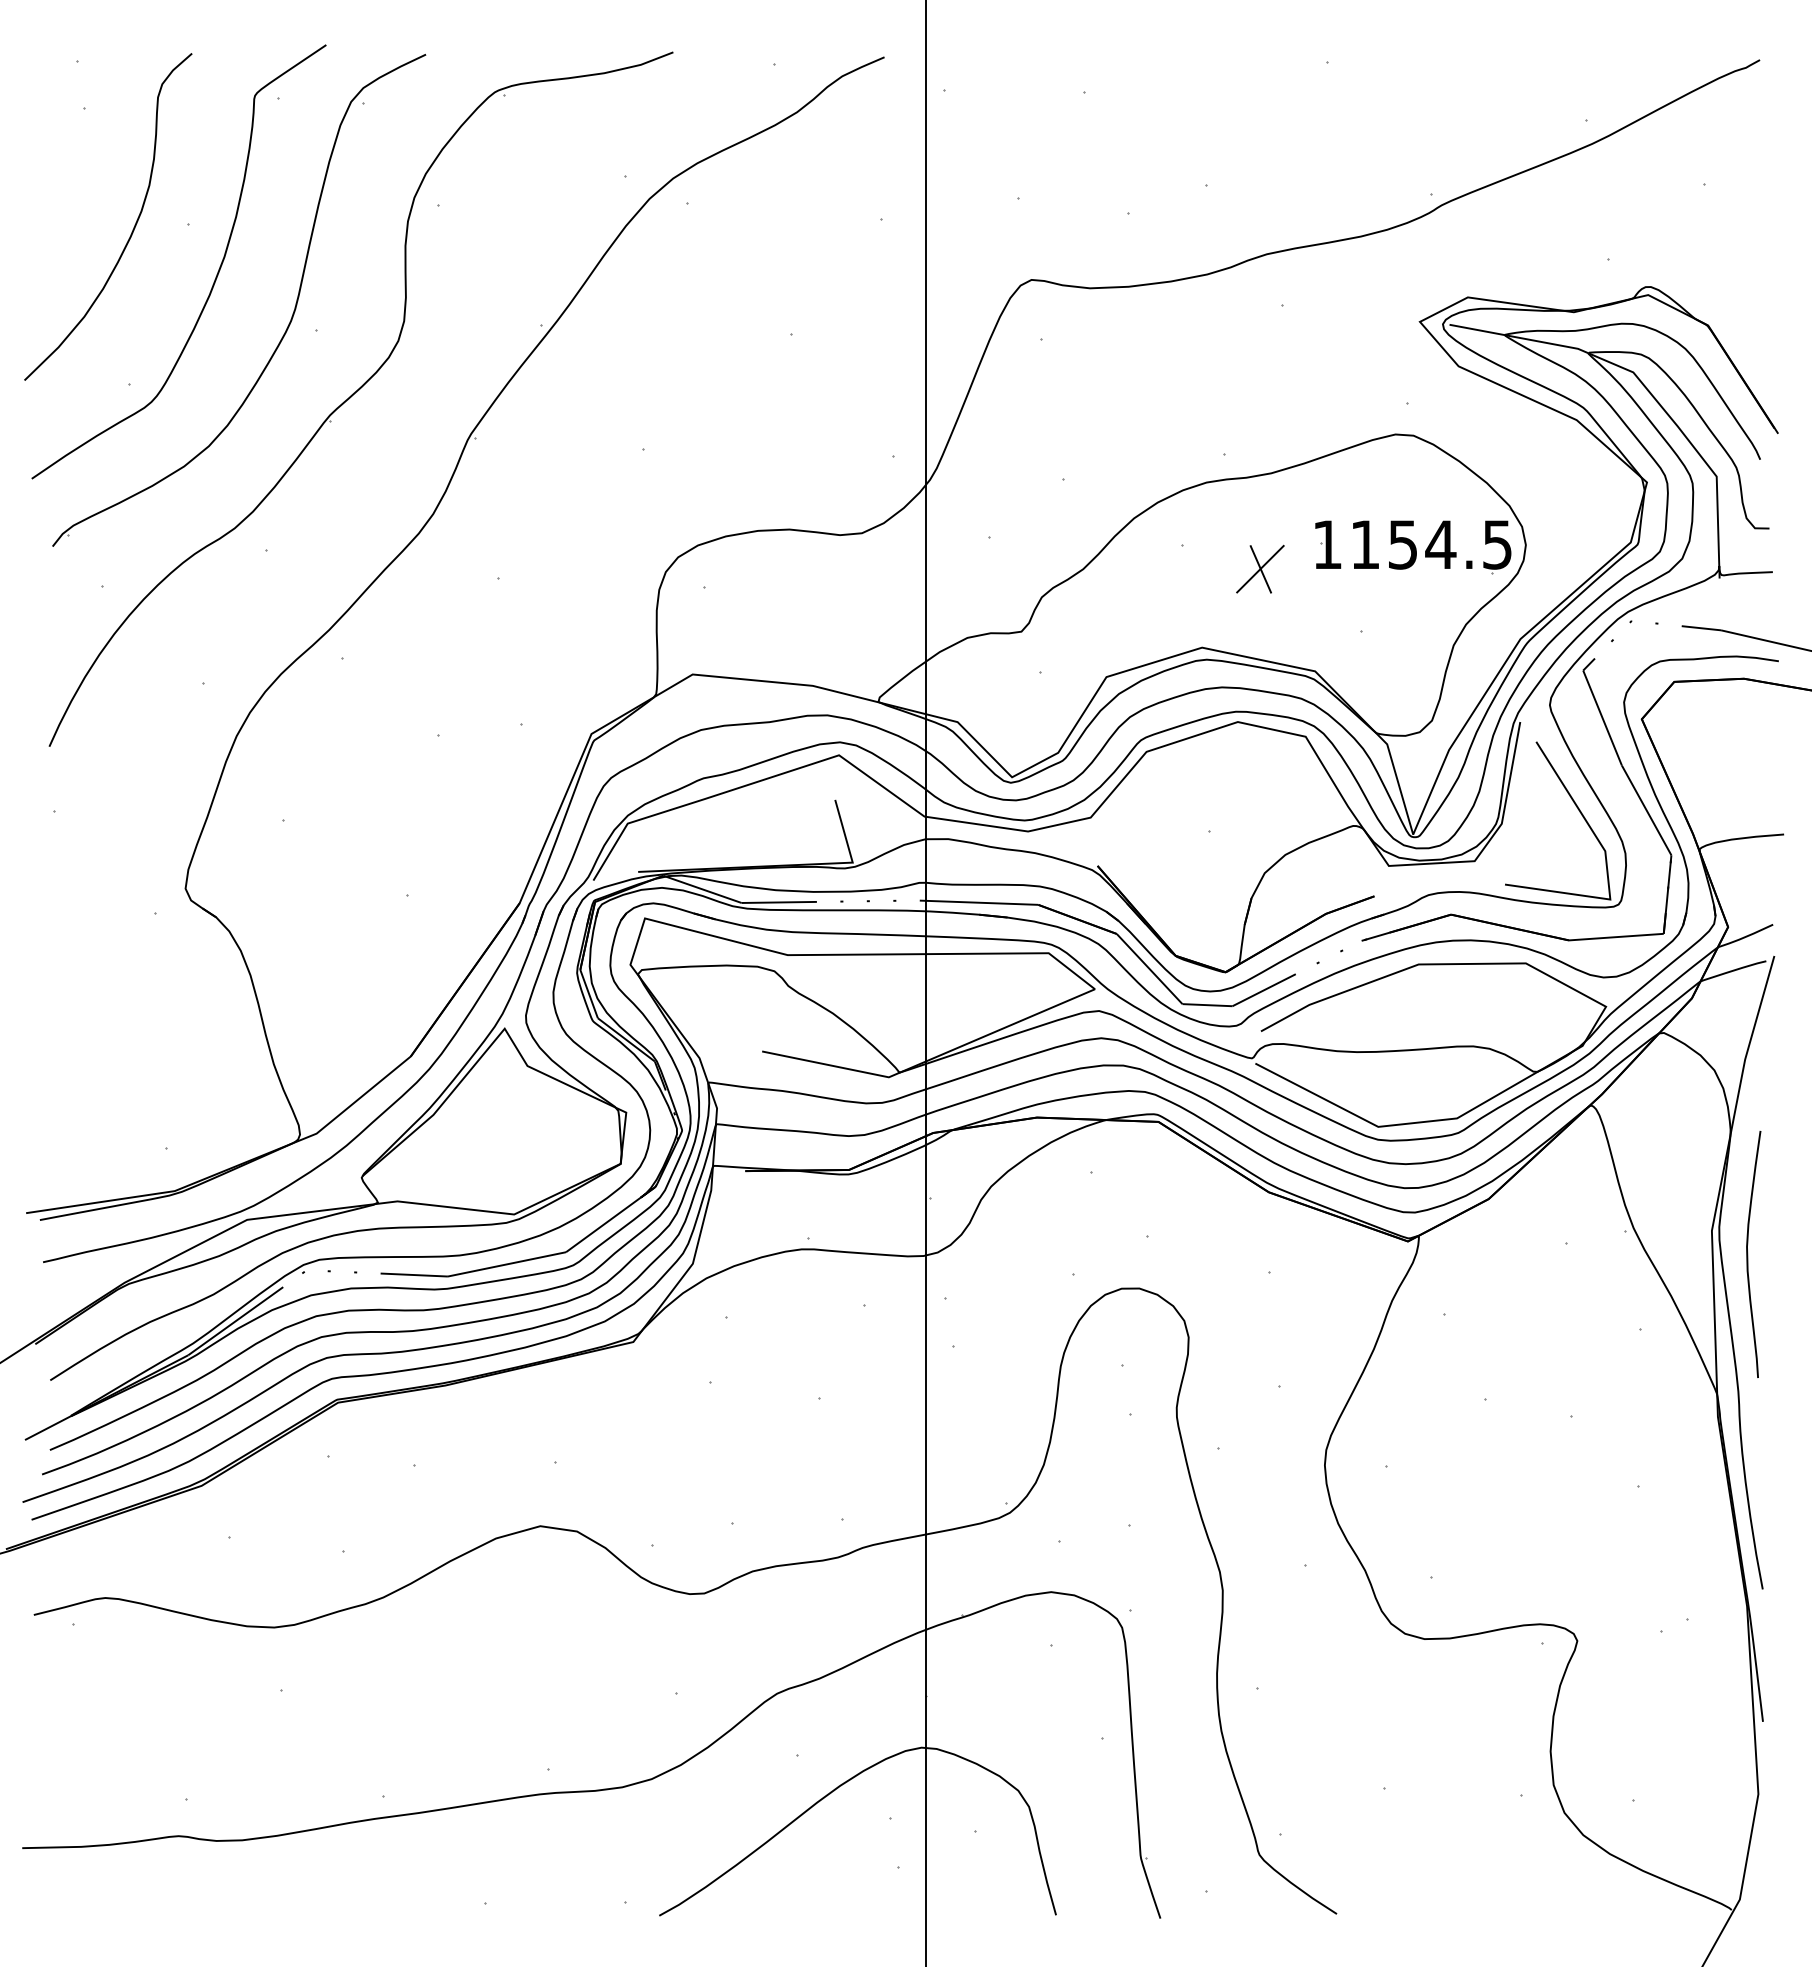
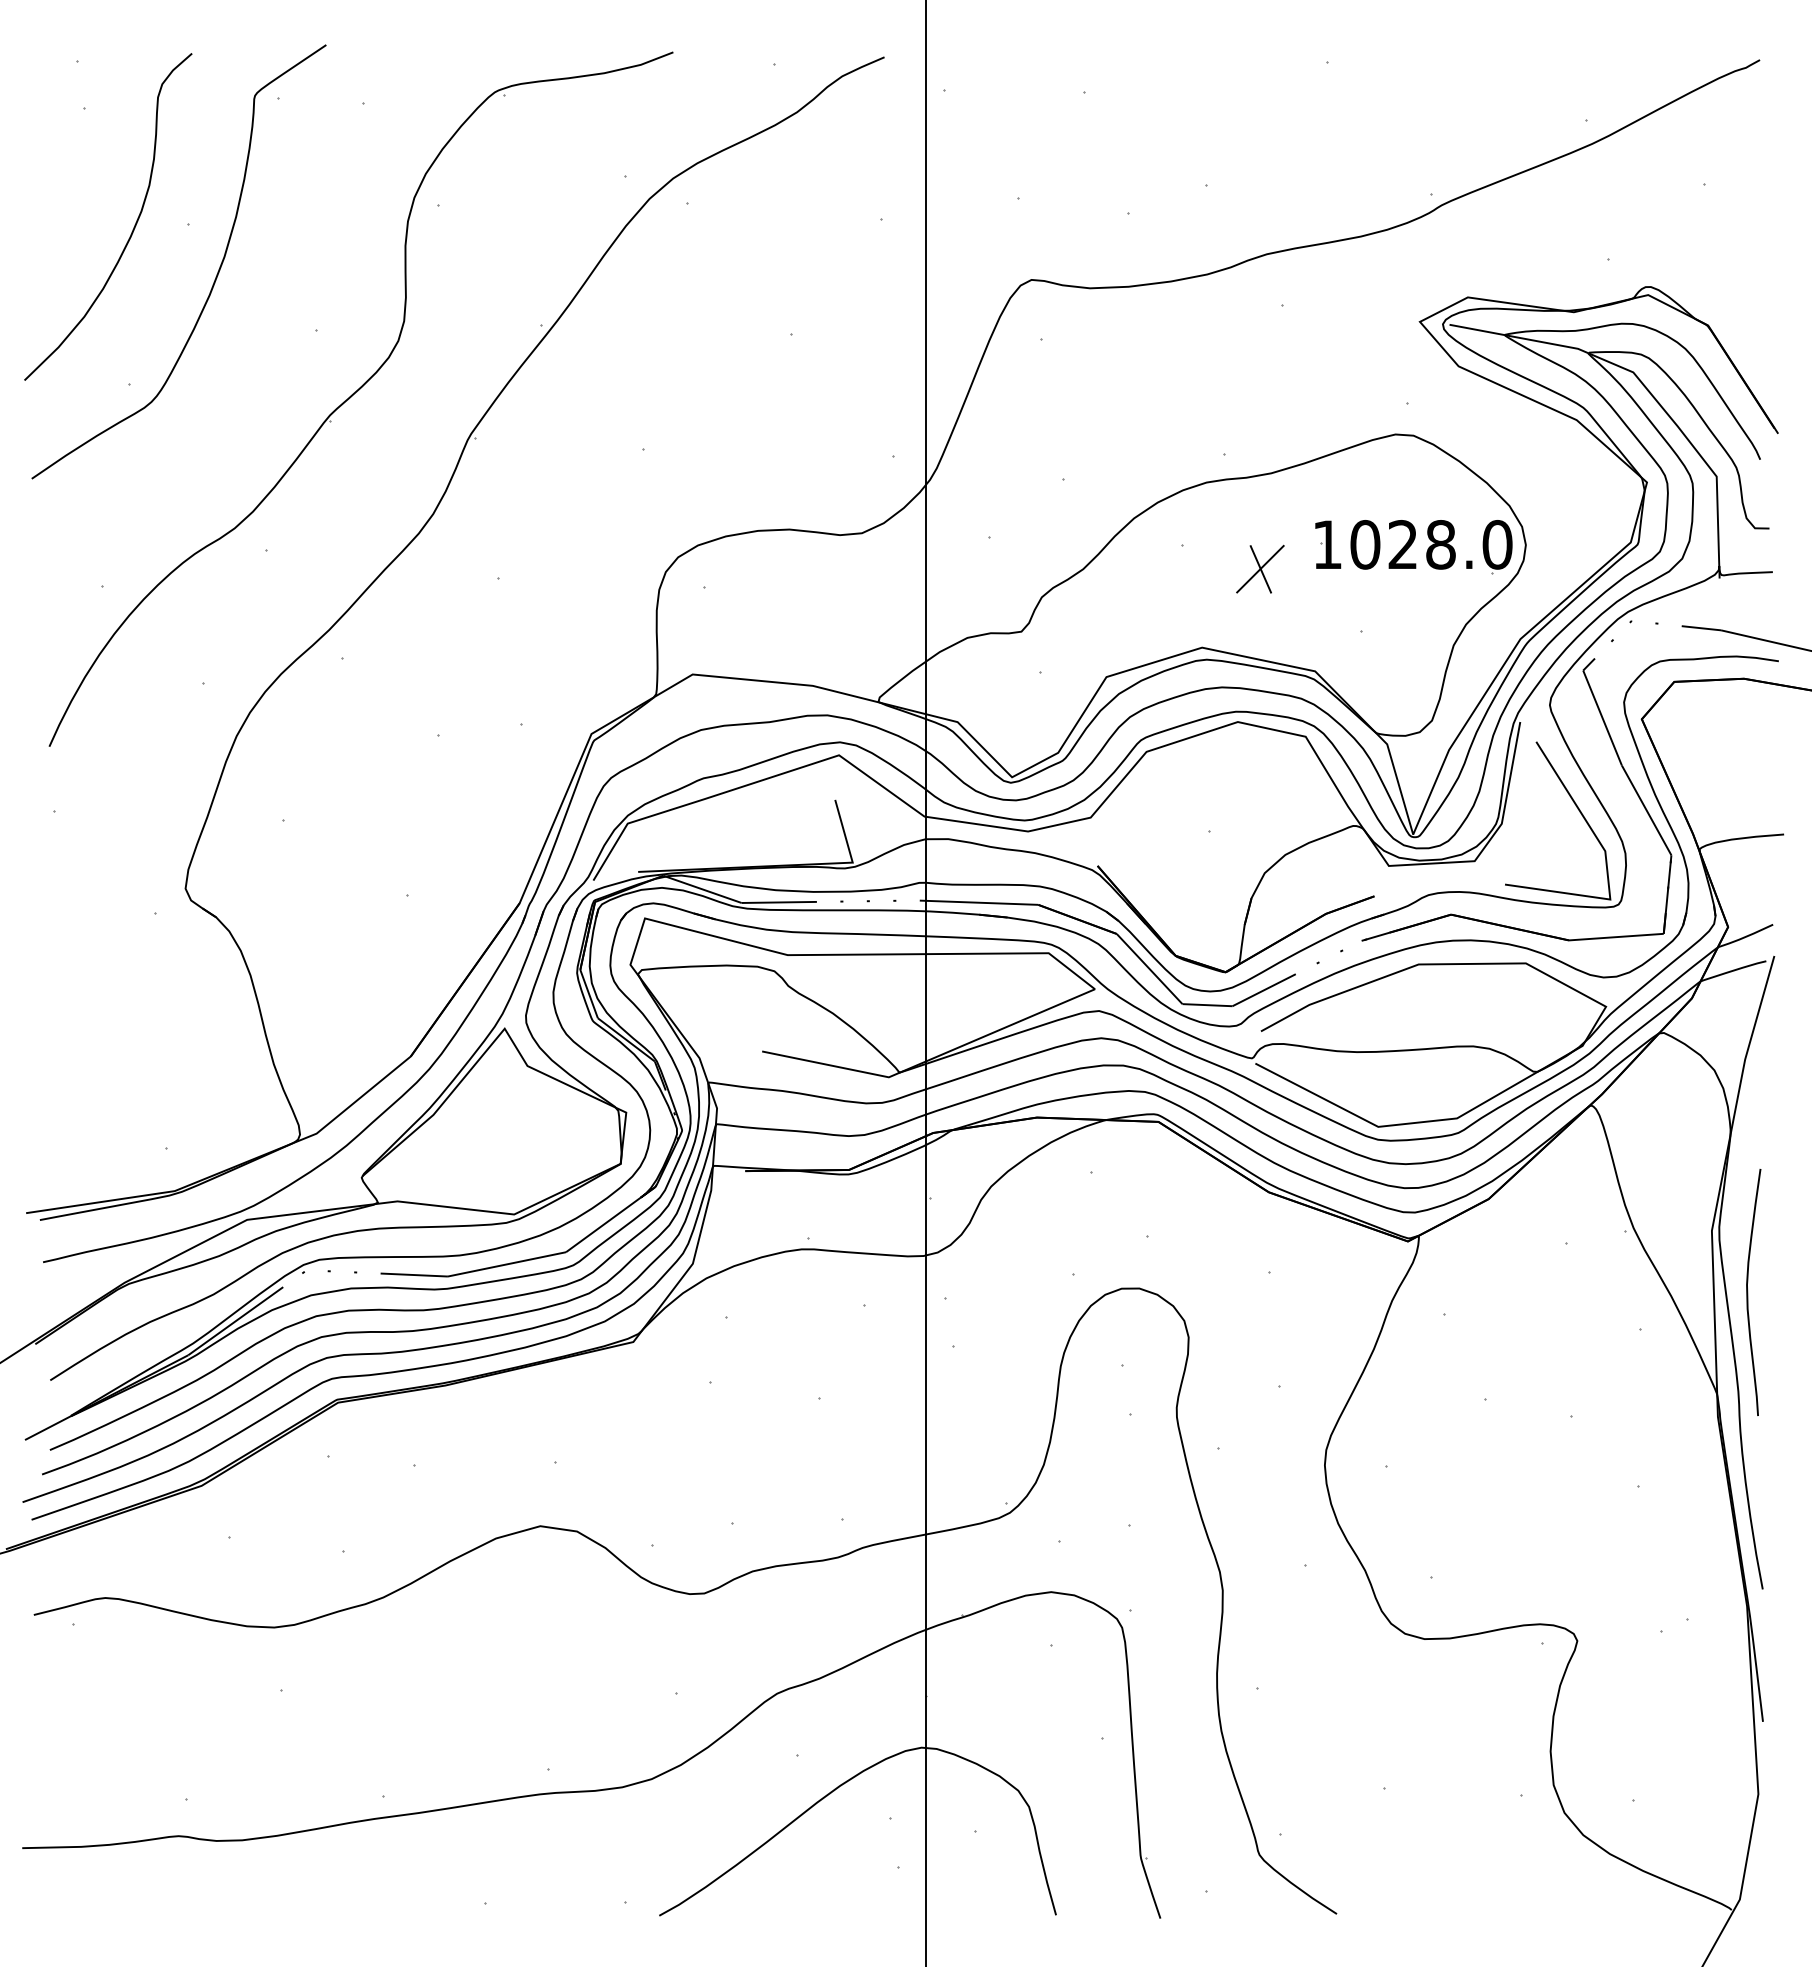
part at (288, 323): present -> none
text at (1431, 544): 1154.5 -> 1028.0
curve at (1748, 1254) position: (1748, 1254) -> (1748, 1292)
